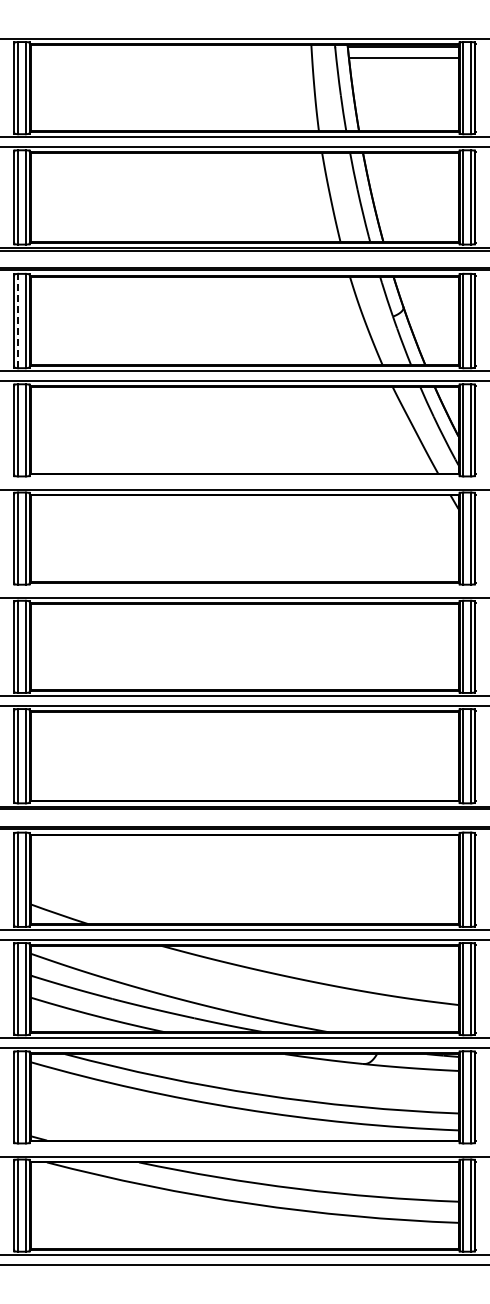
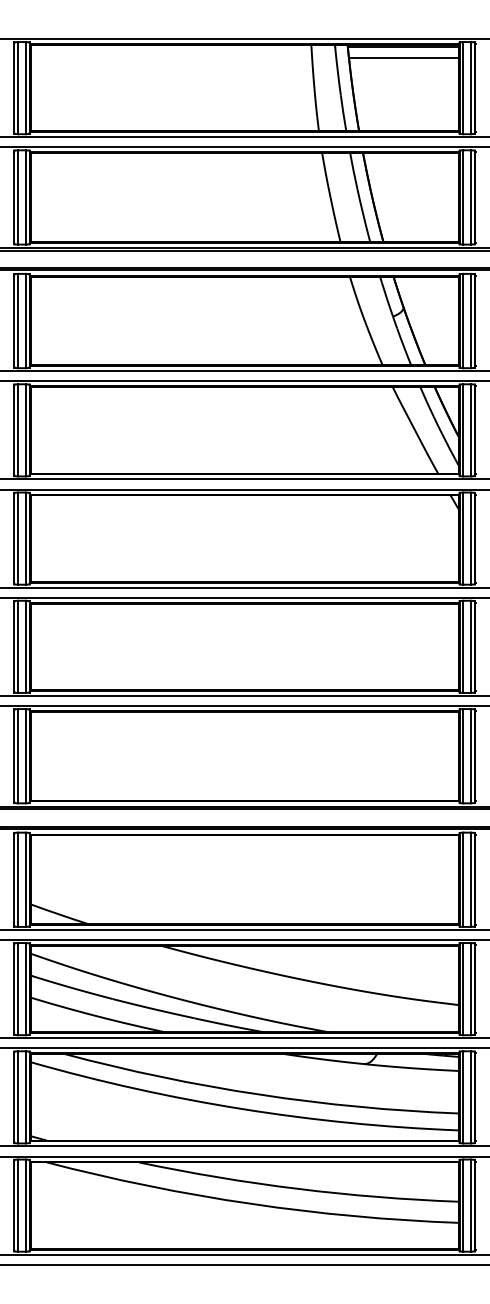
line at (18, 320): dashed -> solid
line at (244, 479): none -> present
line at (244, 587): none -> present
line at (244, 1146): none -> present
